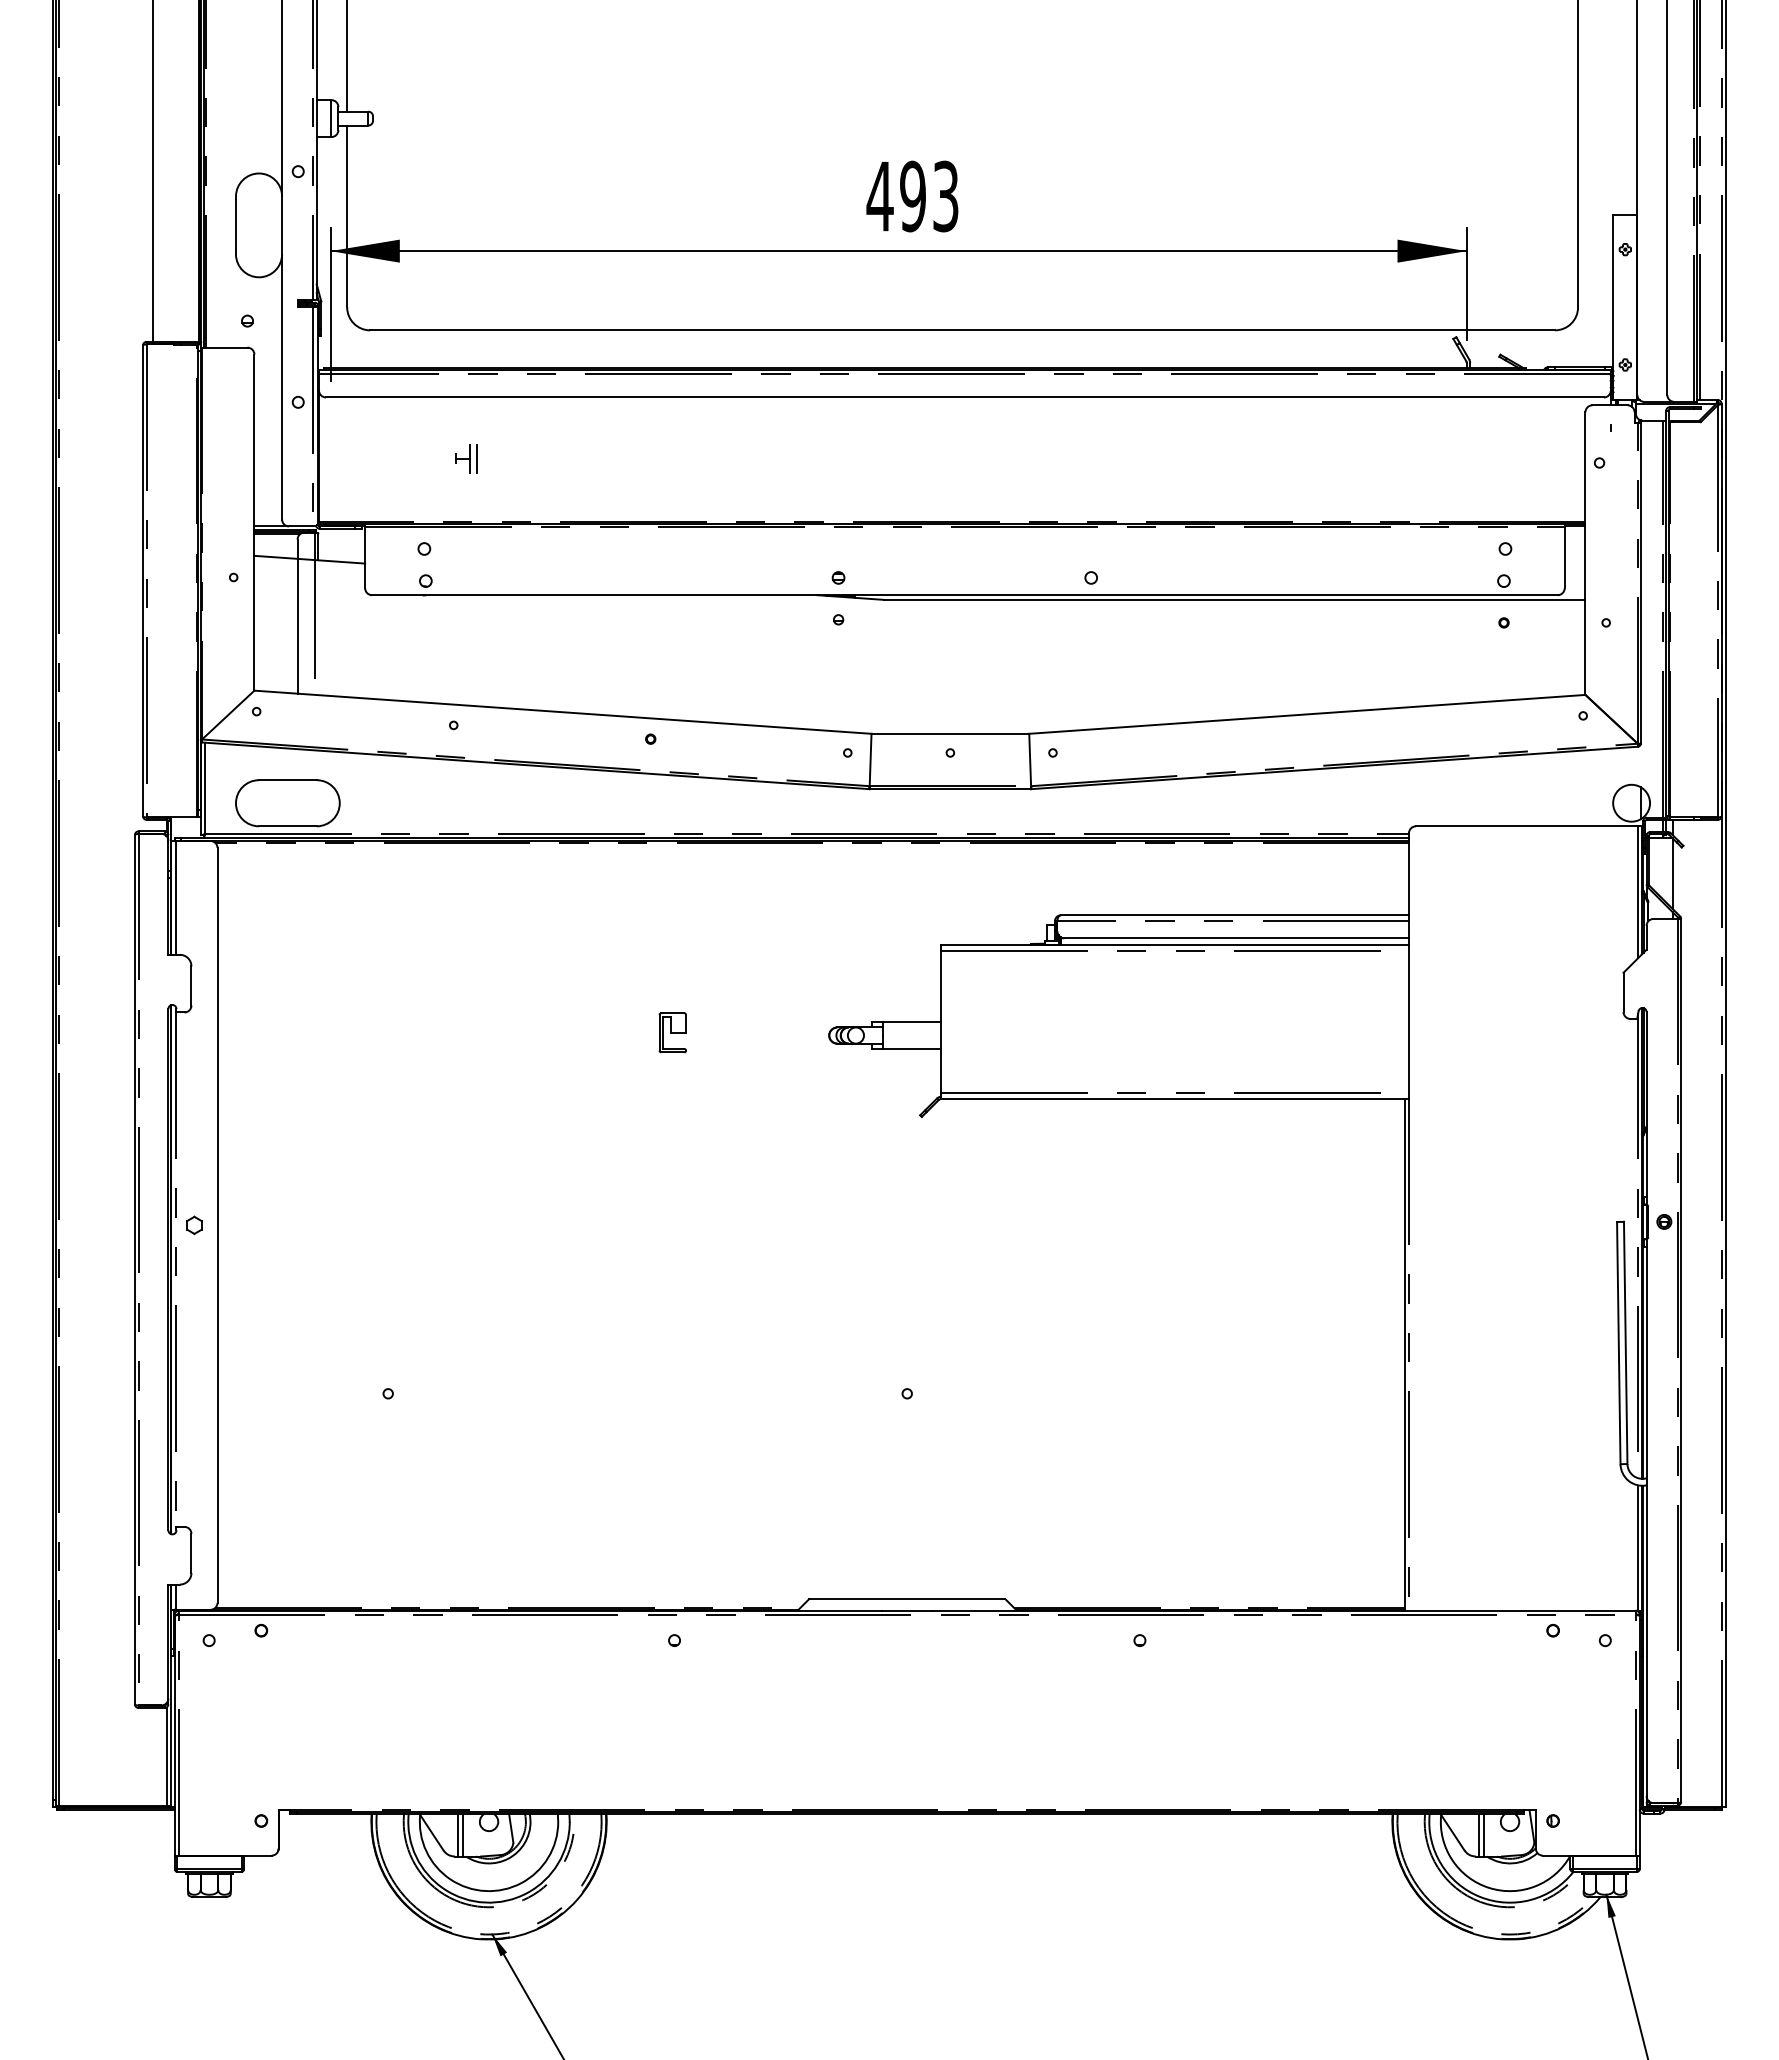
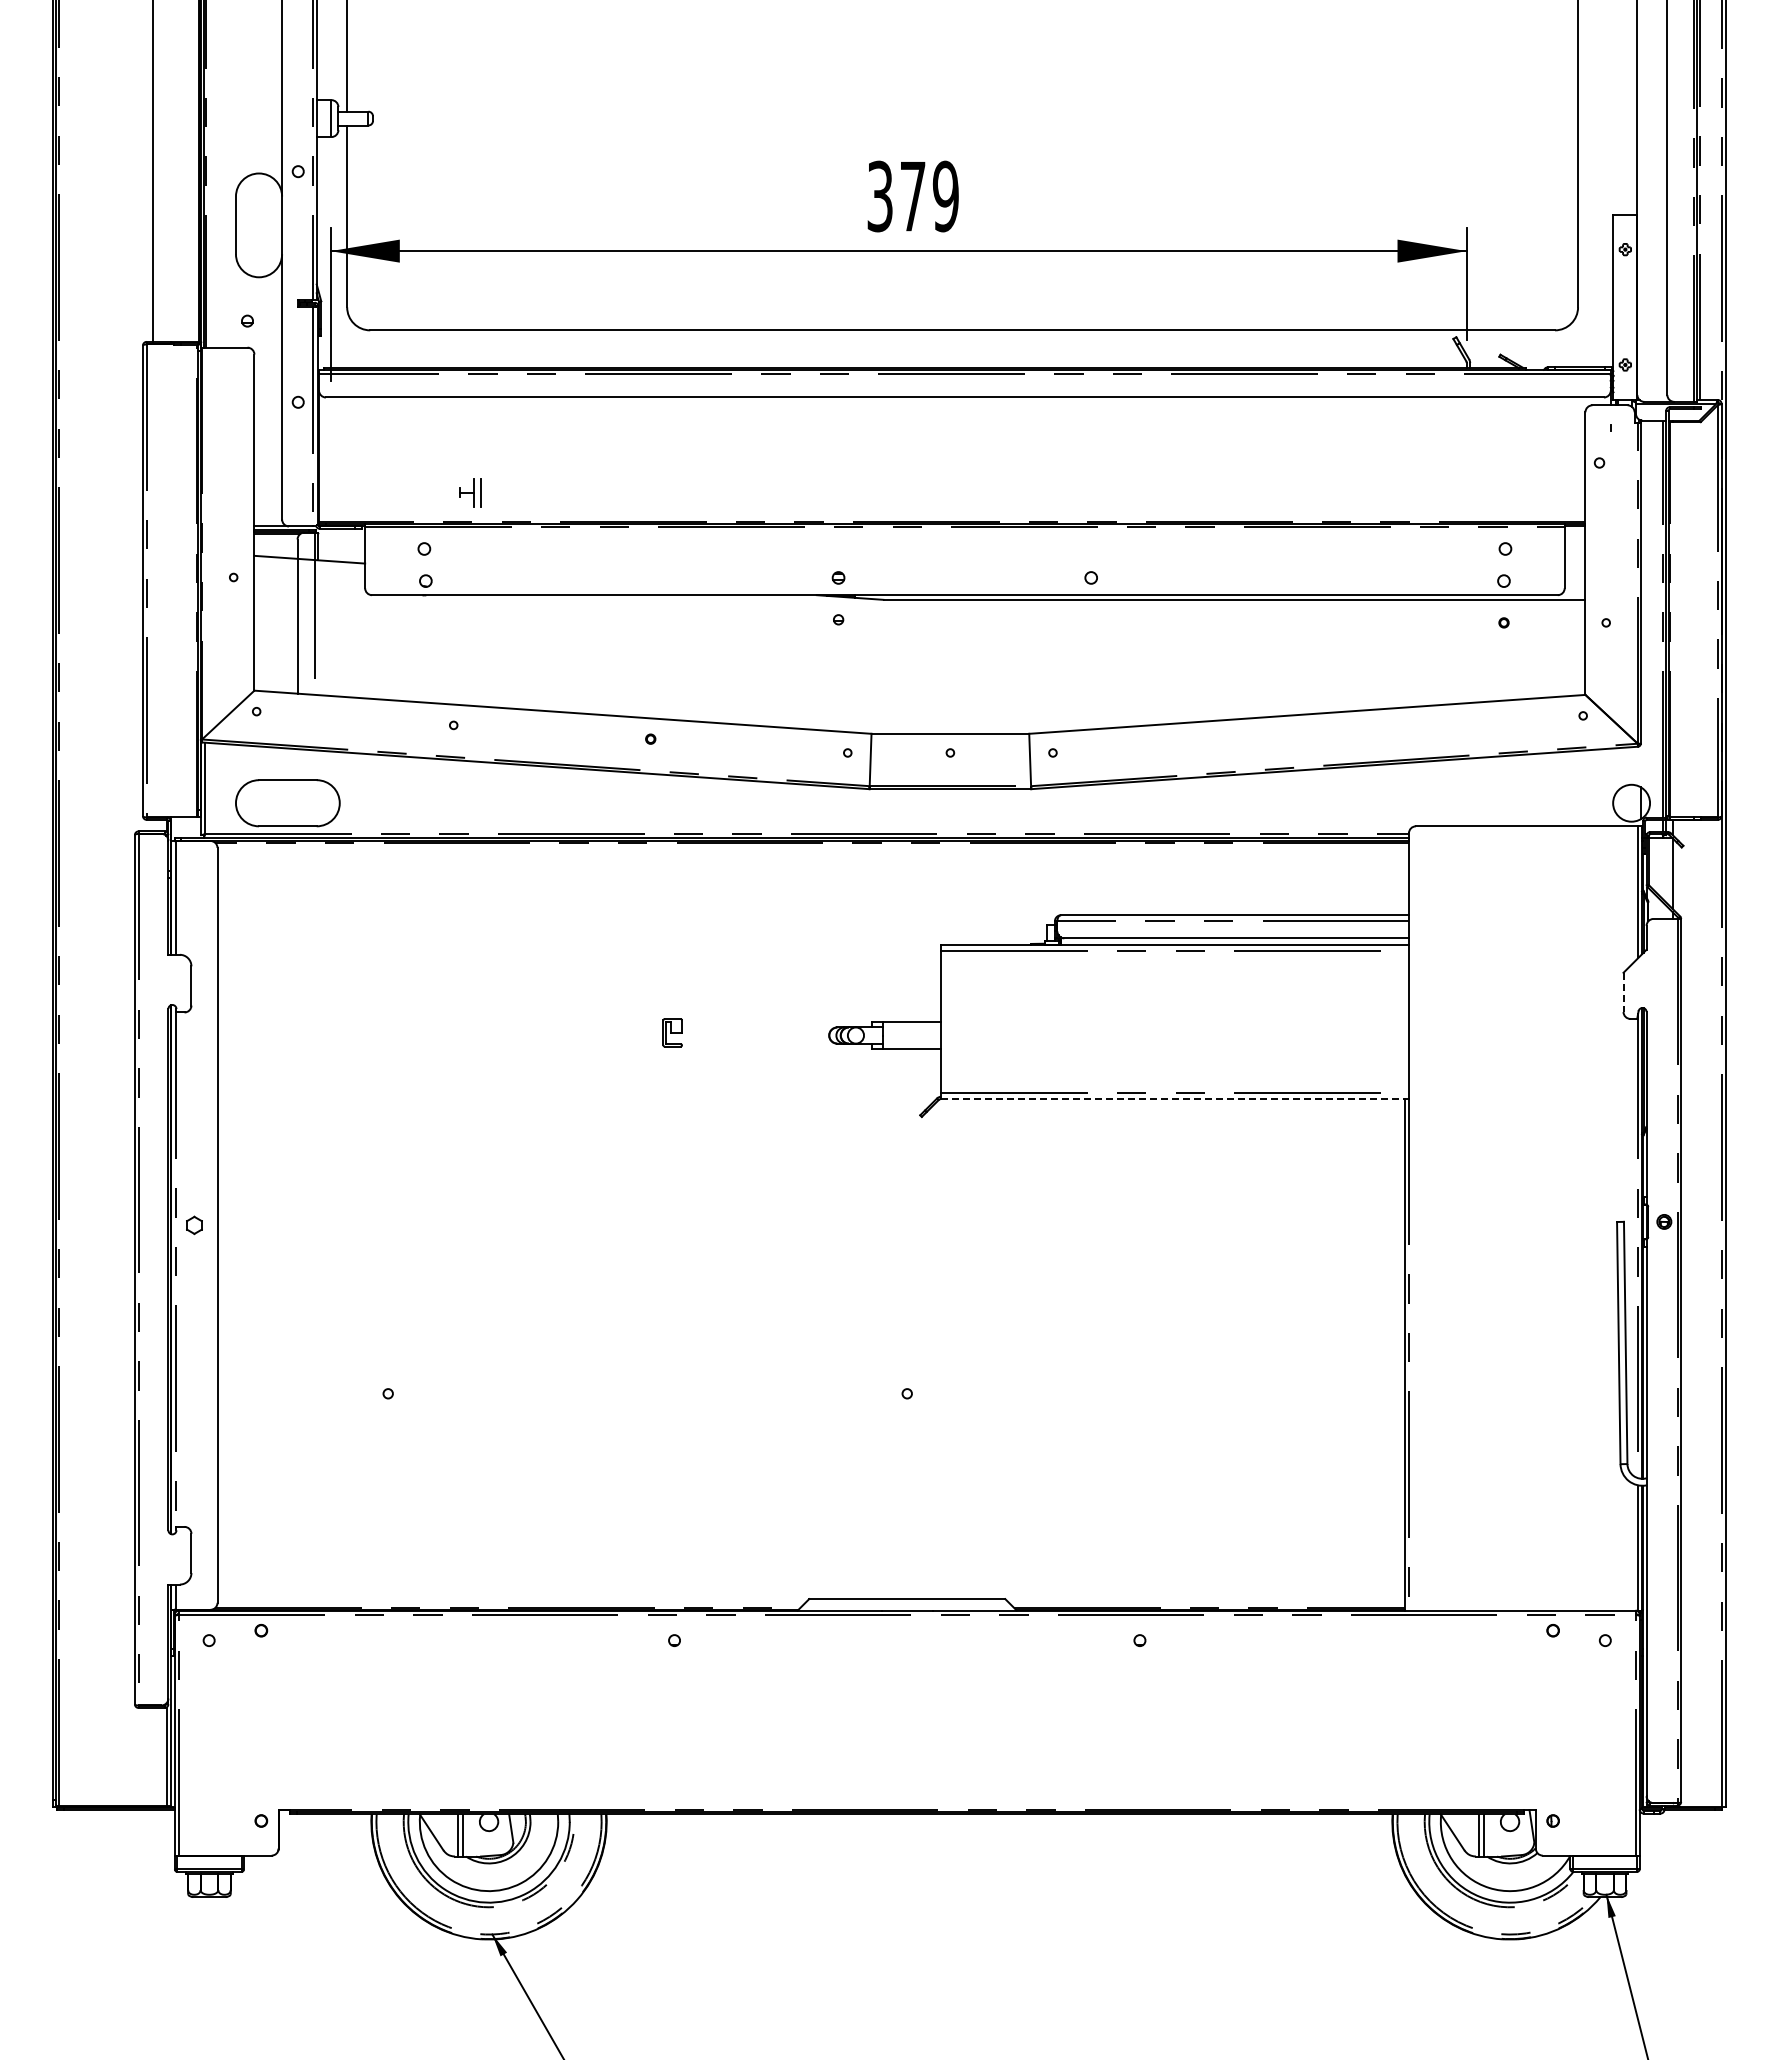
text at (912, 196): 493 -> 379
part at (466, 458) position: (466, 458) -> (470, 492)
line at (1623, 992): solid -> dashed
part at (672, 1032) size: 29x42 px -> 21x30 px
line at (1173, 1098): solid -> dashed
